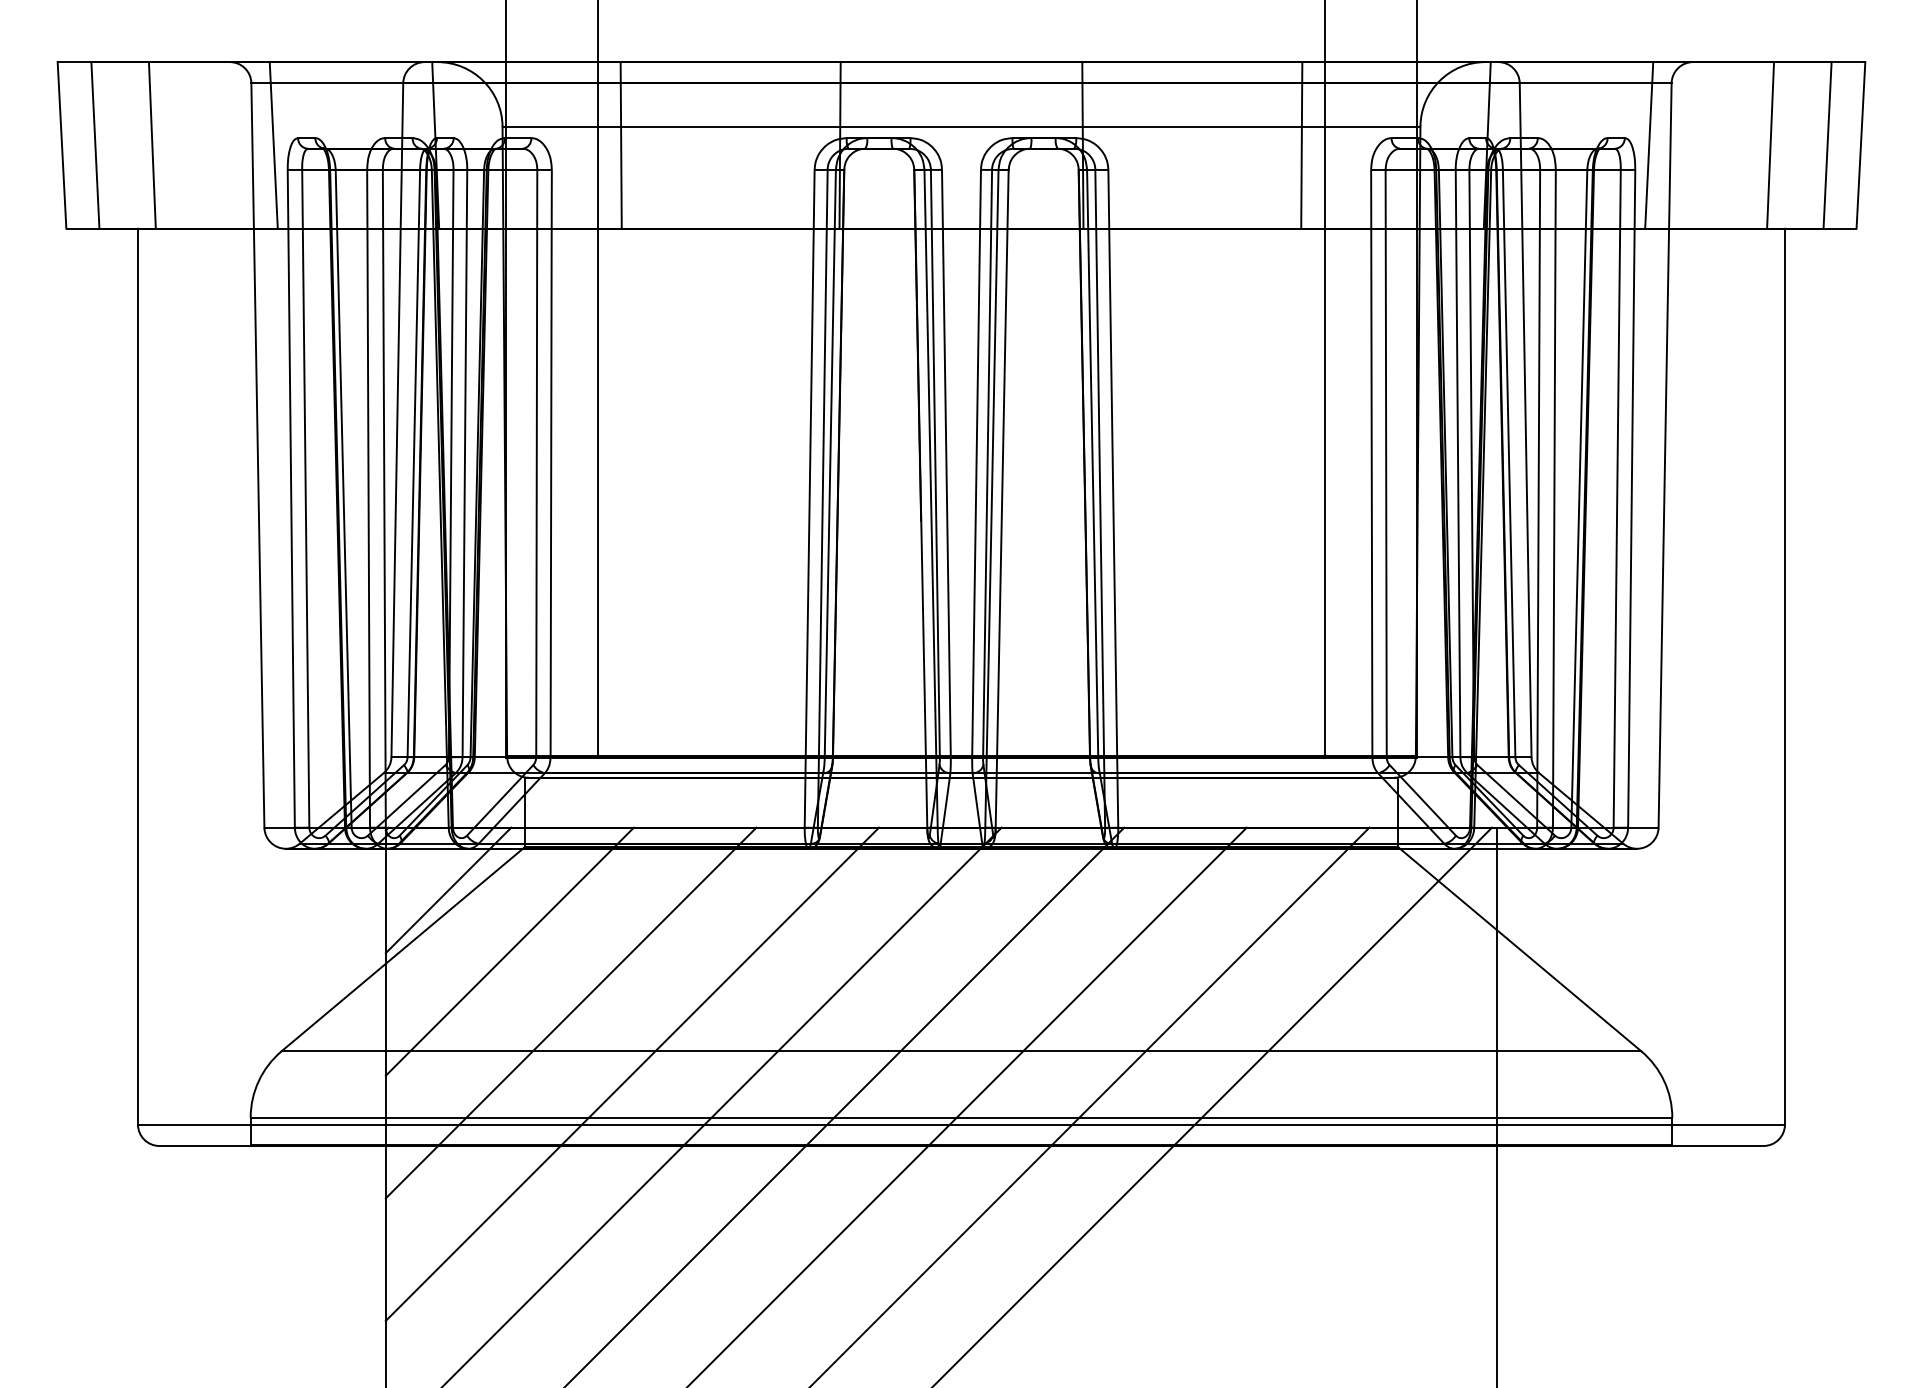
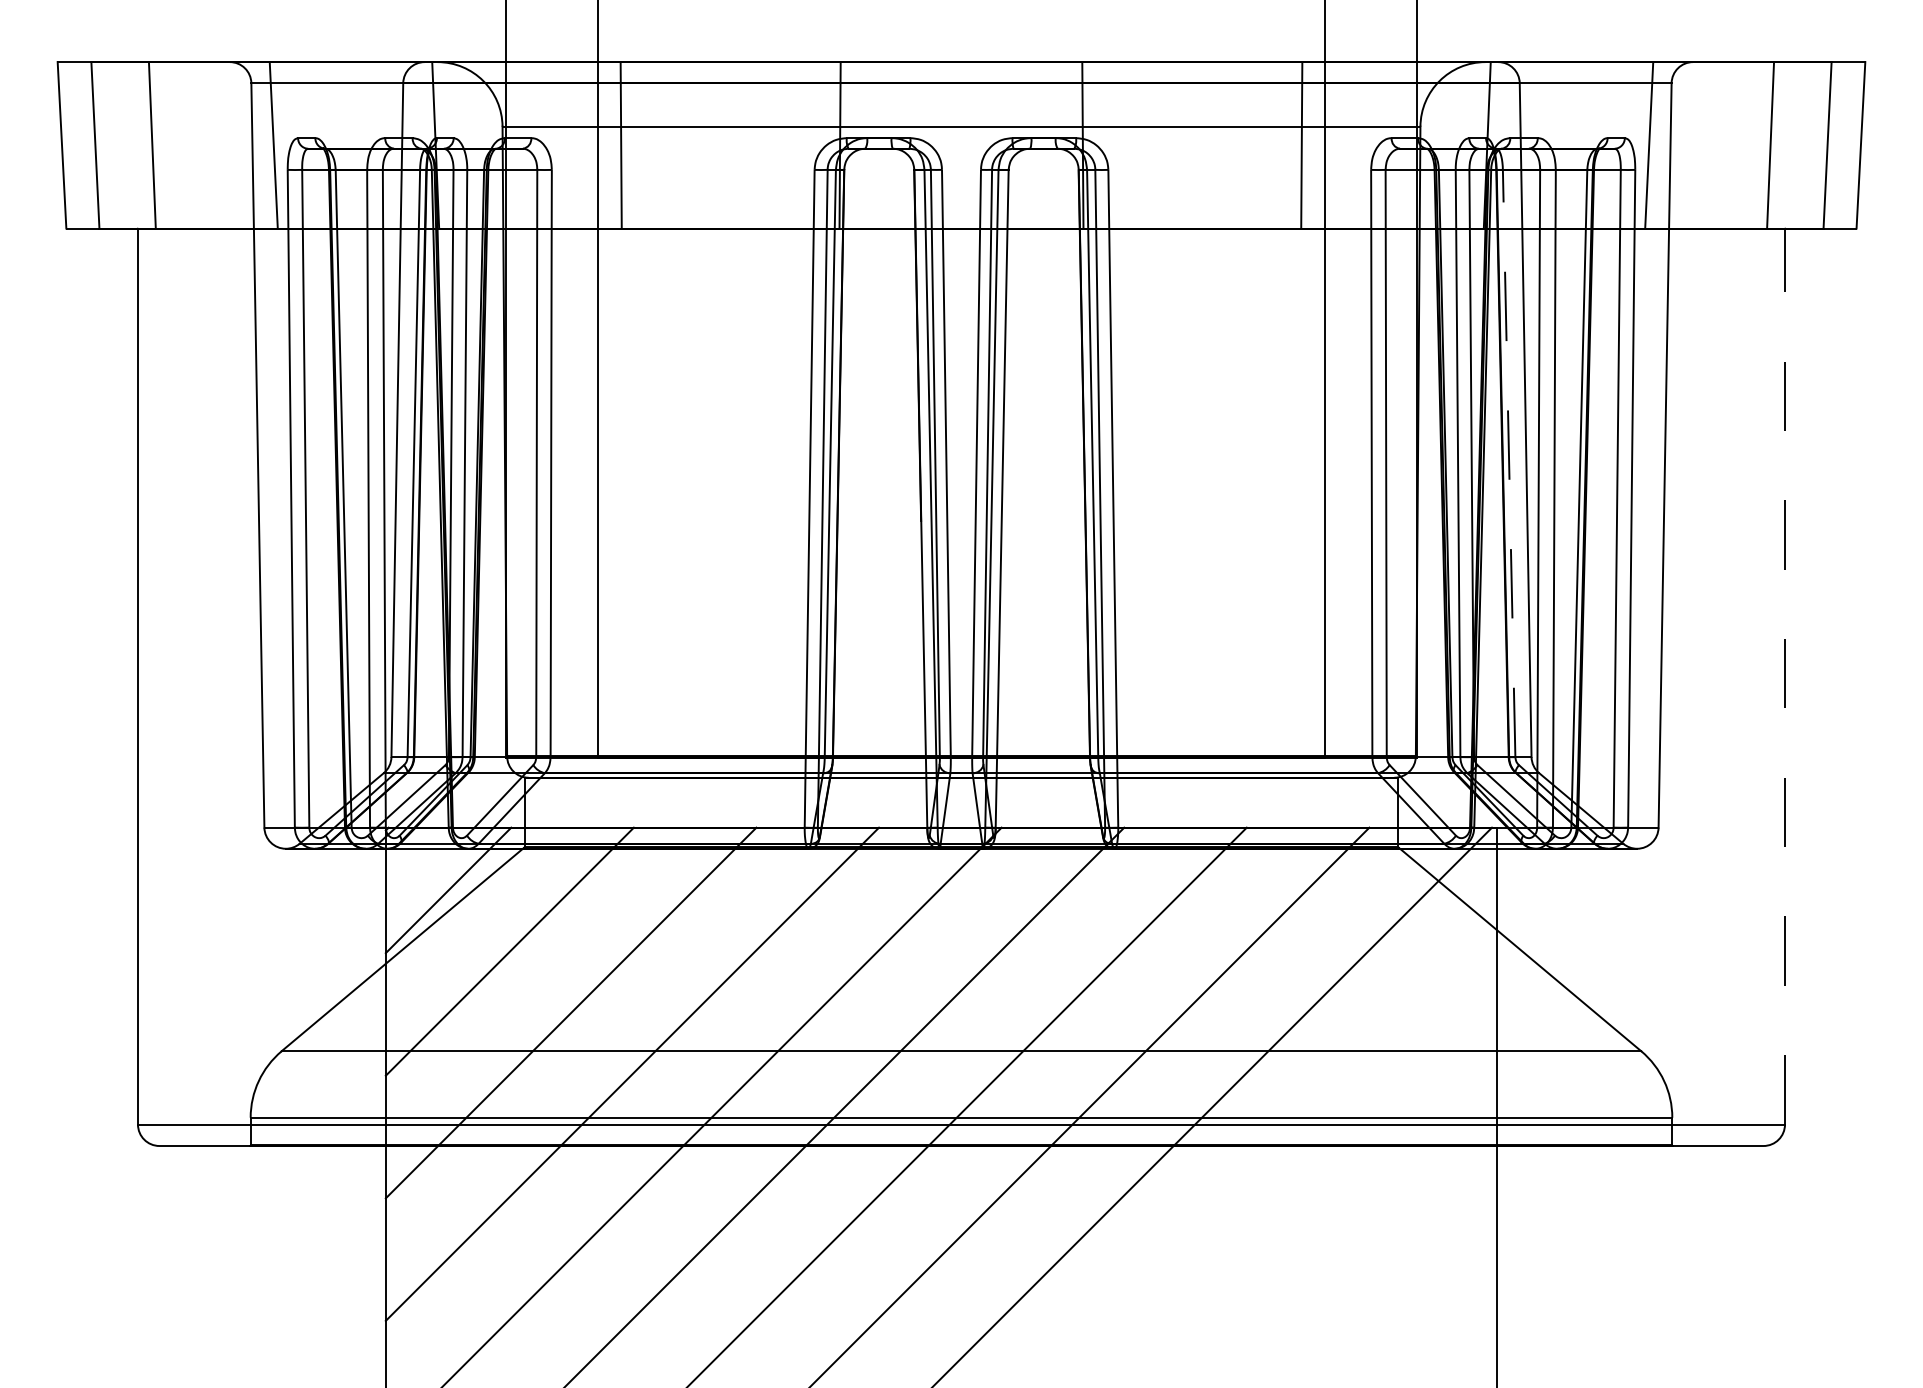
line at (1509, 463): solid -> dashed
line at (1785, 676): solid -> dashed
